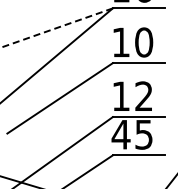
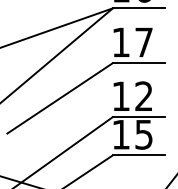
line at (56, 28): dashed -> solid
text at (144, 42): 10 -> 17
text at (120, 134): 45 -> 15
